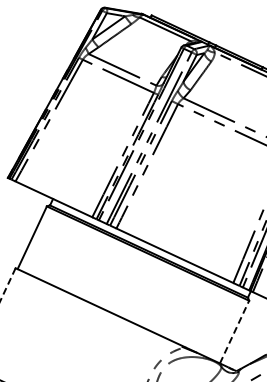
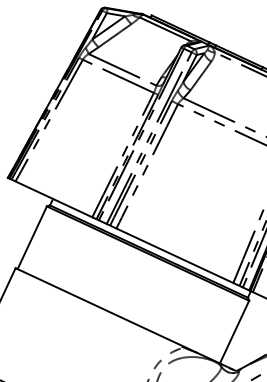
line at (7, 285): dashed -> solid
line at (234, 332): dashed -> solid
